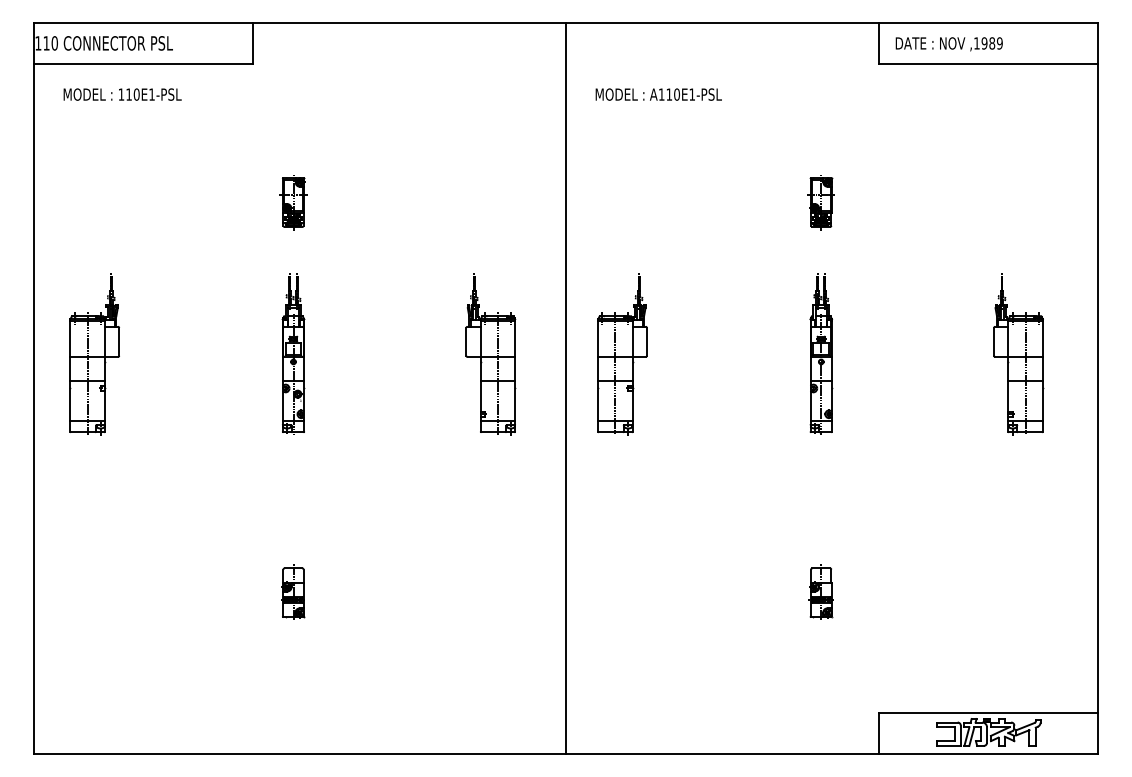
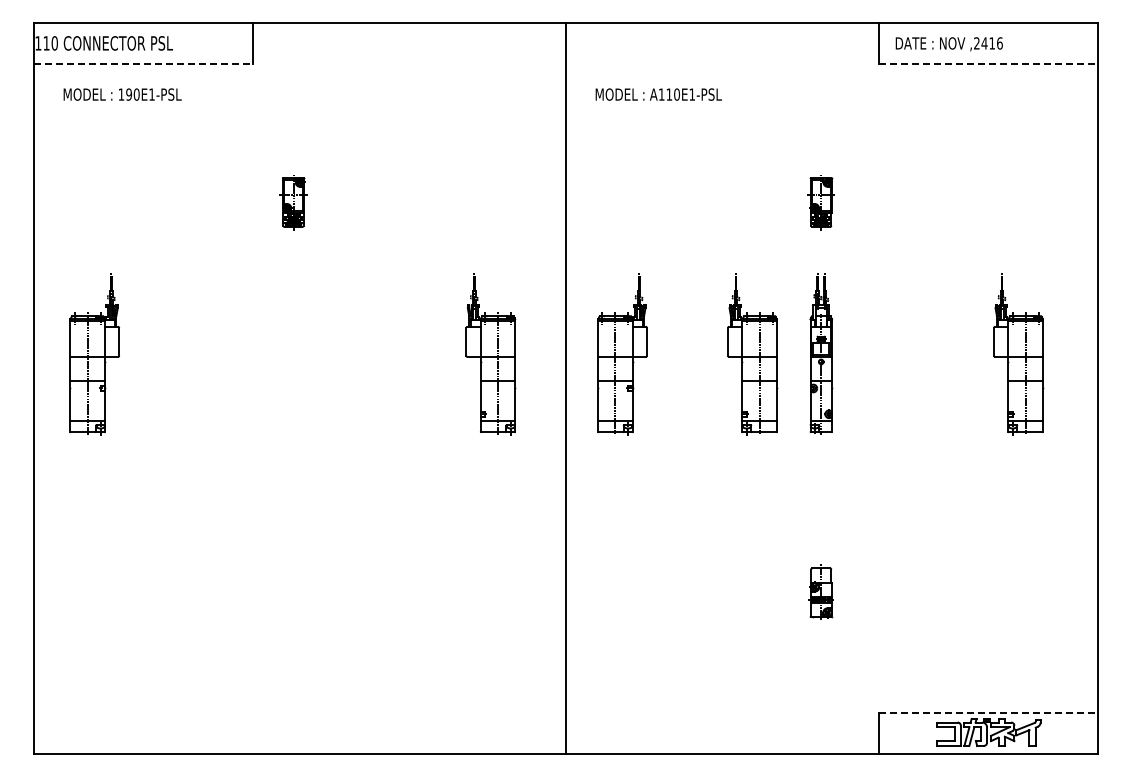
text at (988, 43): ,1989 -> ,2416
line at (143, 64): solid -> dashed
line at (989, 64): solid -> dashed
text at (129, 94): 110E1-PSL -> 190E1-PSL
part at (293, 353): present -> none
part at (752, 354): none -> present
part at (293, 591): present -> none
line at (989, 712): solid -> dashed
